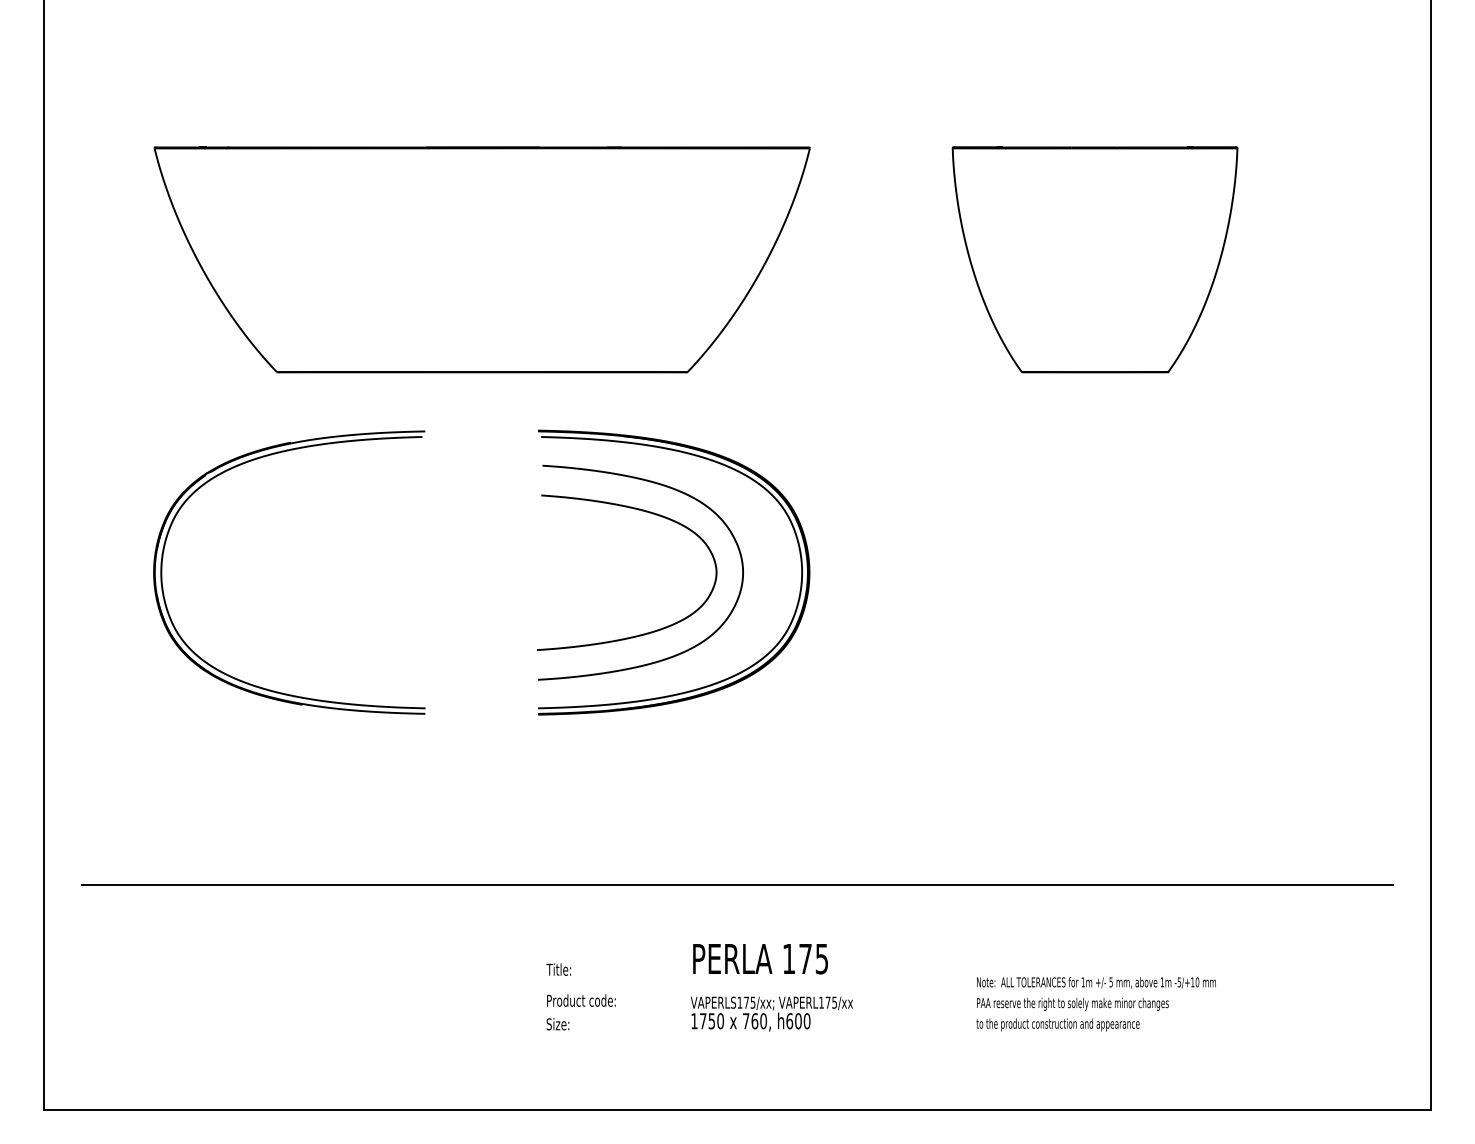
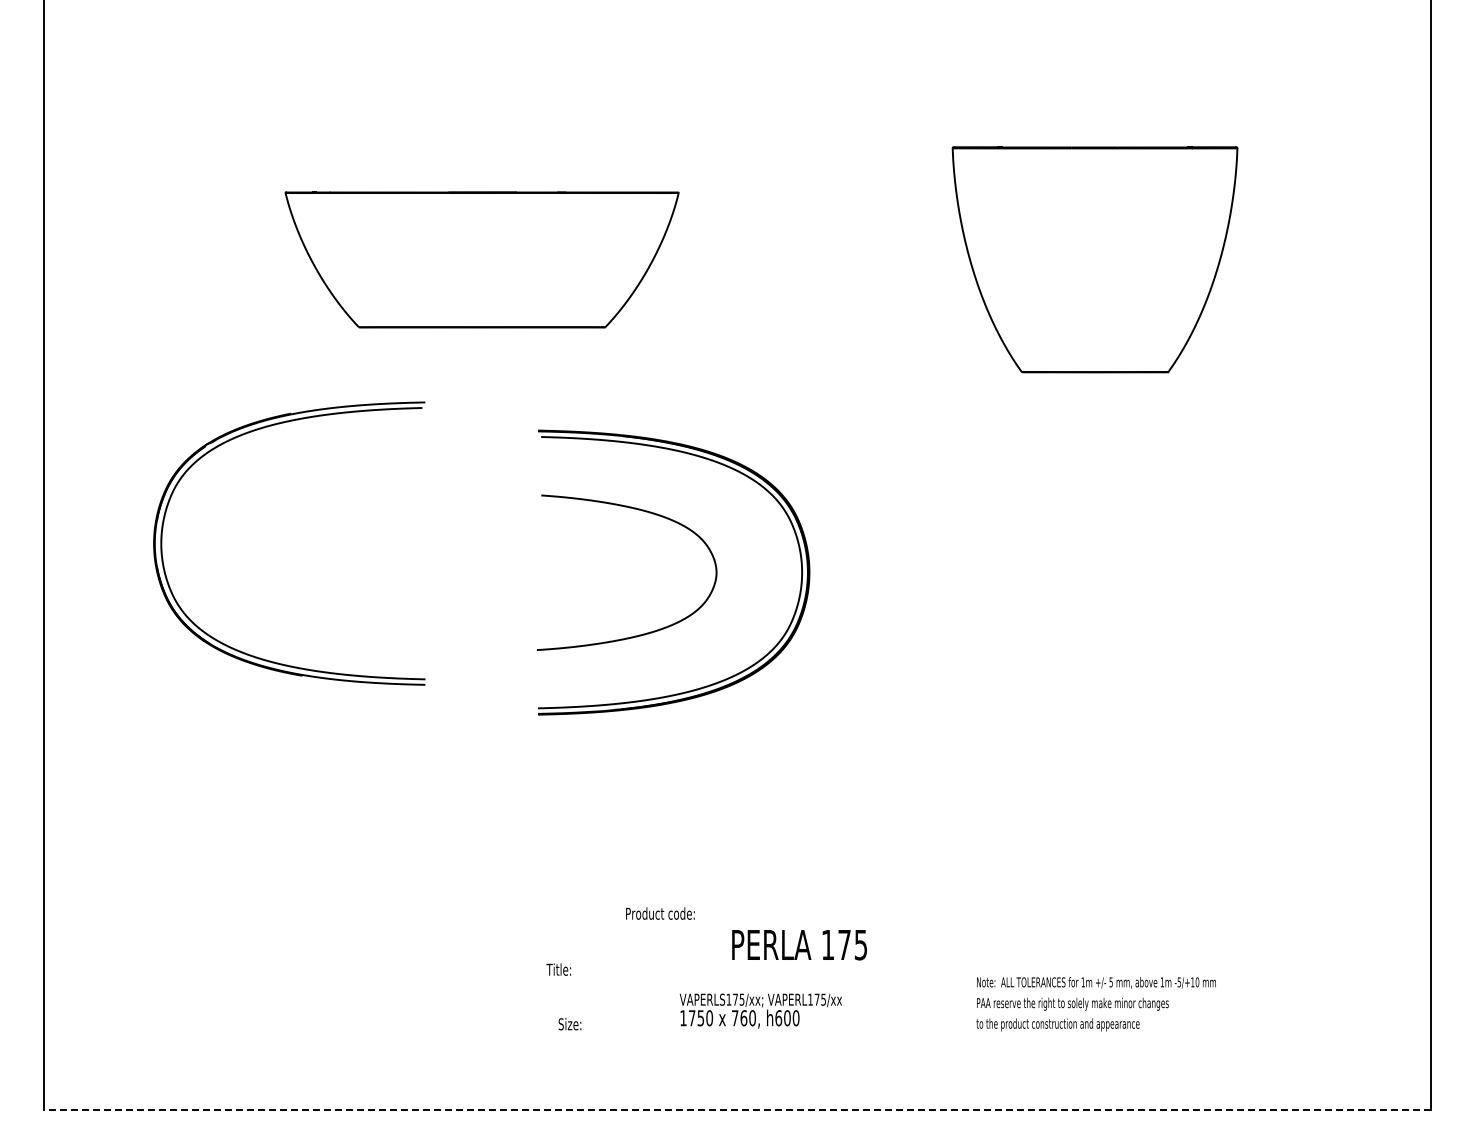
part at (481, 259) size: 658x228 px -> 396x138 px
part at (246, 463) position: (246, 463) -> (246, 434)
curve at (674, 490): present -> none
line at (737, 884): present -> none
text at (760, 959) position: (760, 959) -> (799, 945)
text at (581, 1000) position: (581, 1000) -> (660, 913)
text at (771, 1013) position: (771, 1013) -> (760, 1010)
text at (557, 1024) position: (557, 1024) -> (569, 1024)
line at (737, 1109): solid -> dashed
